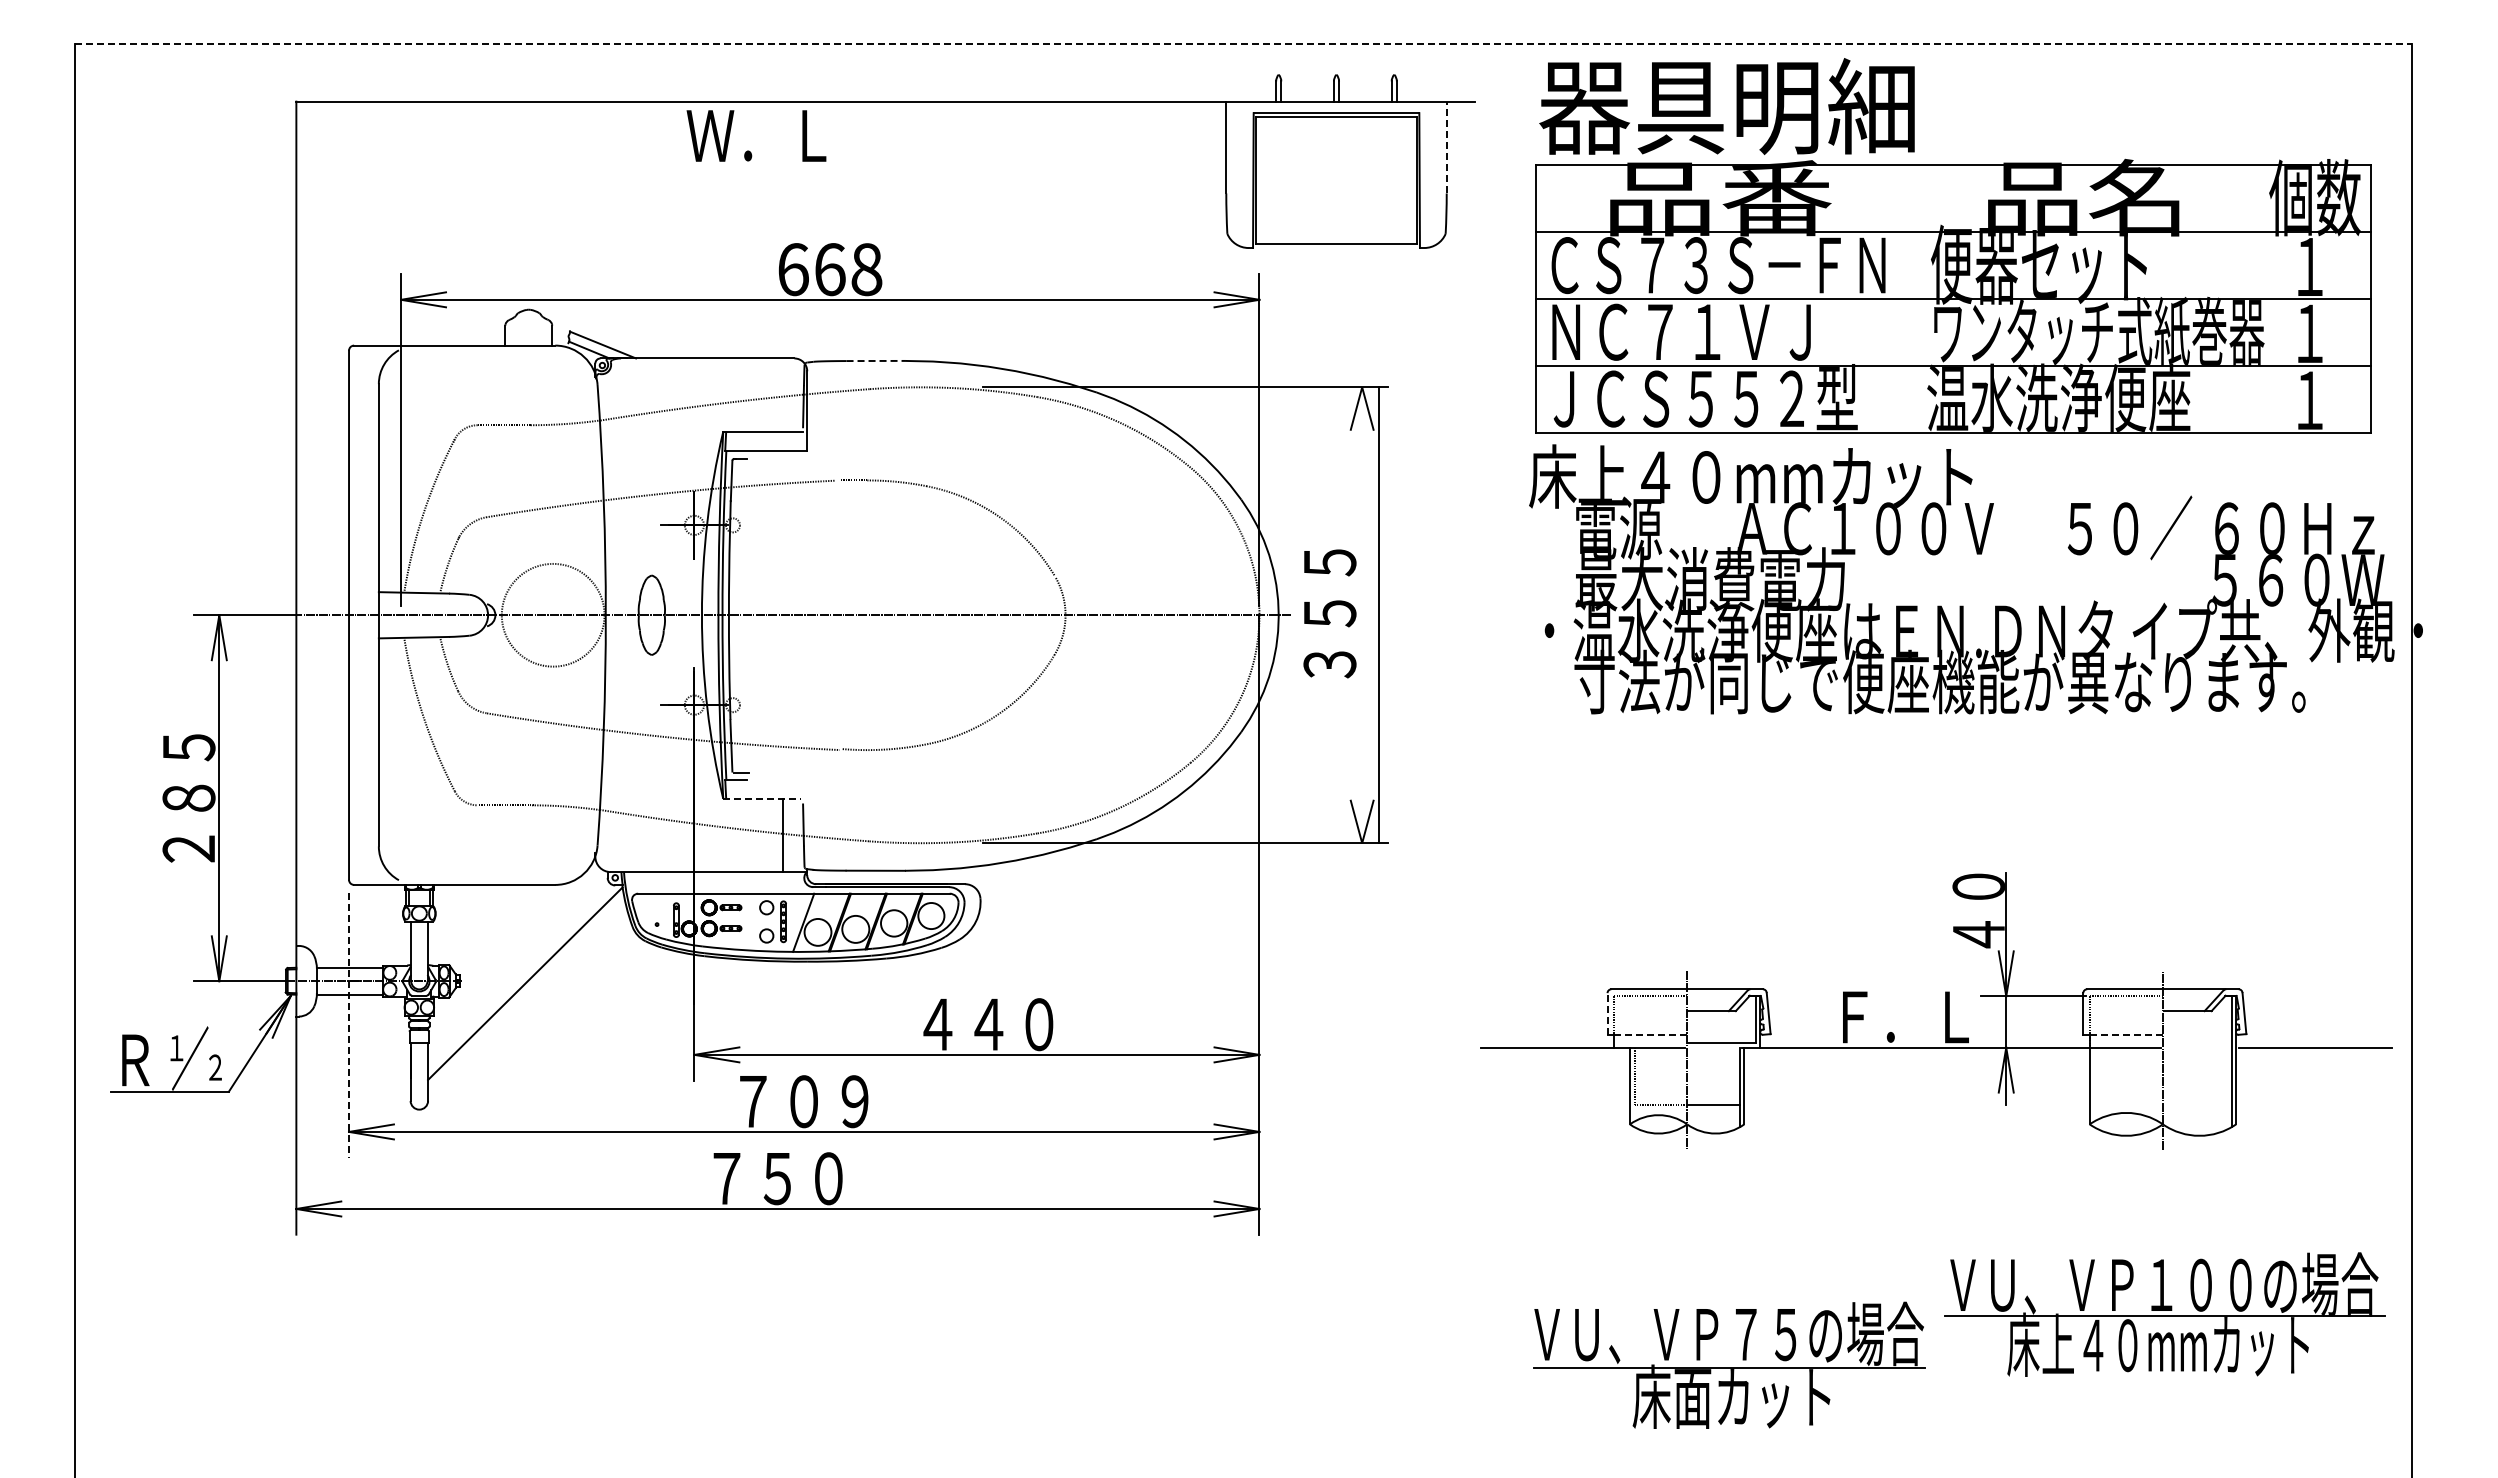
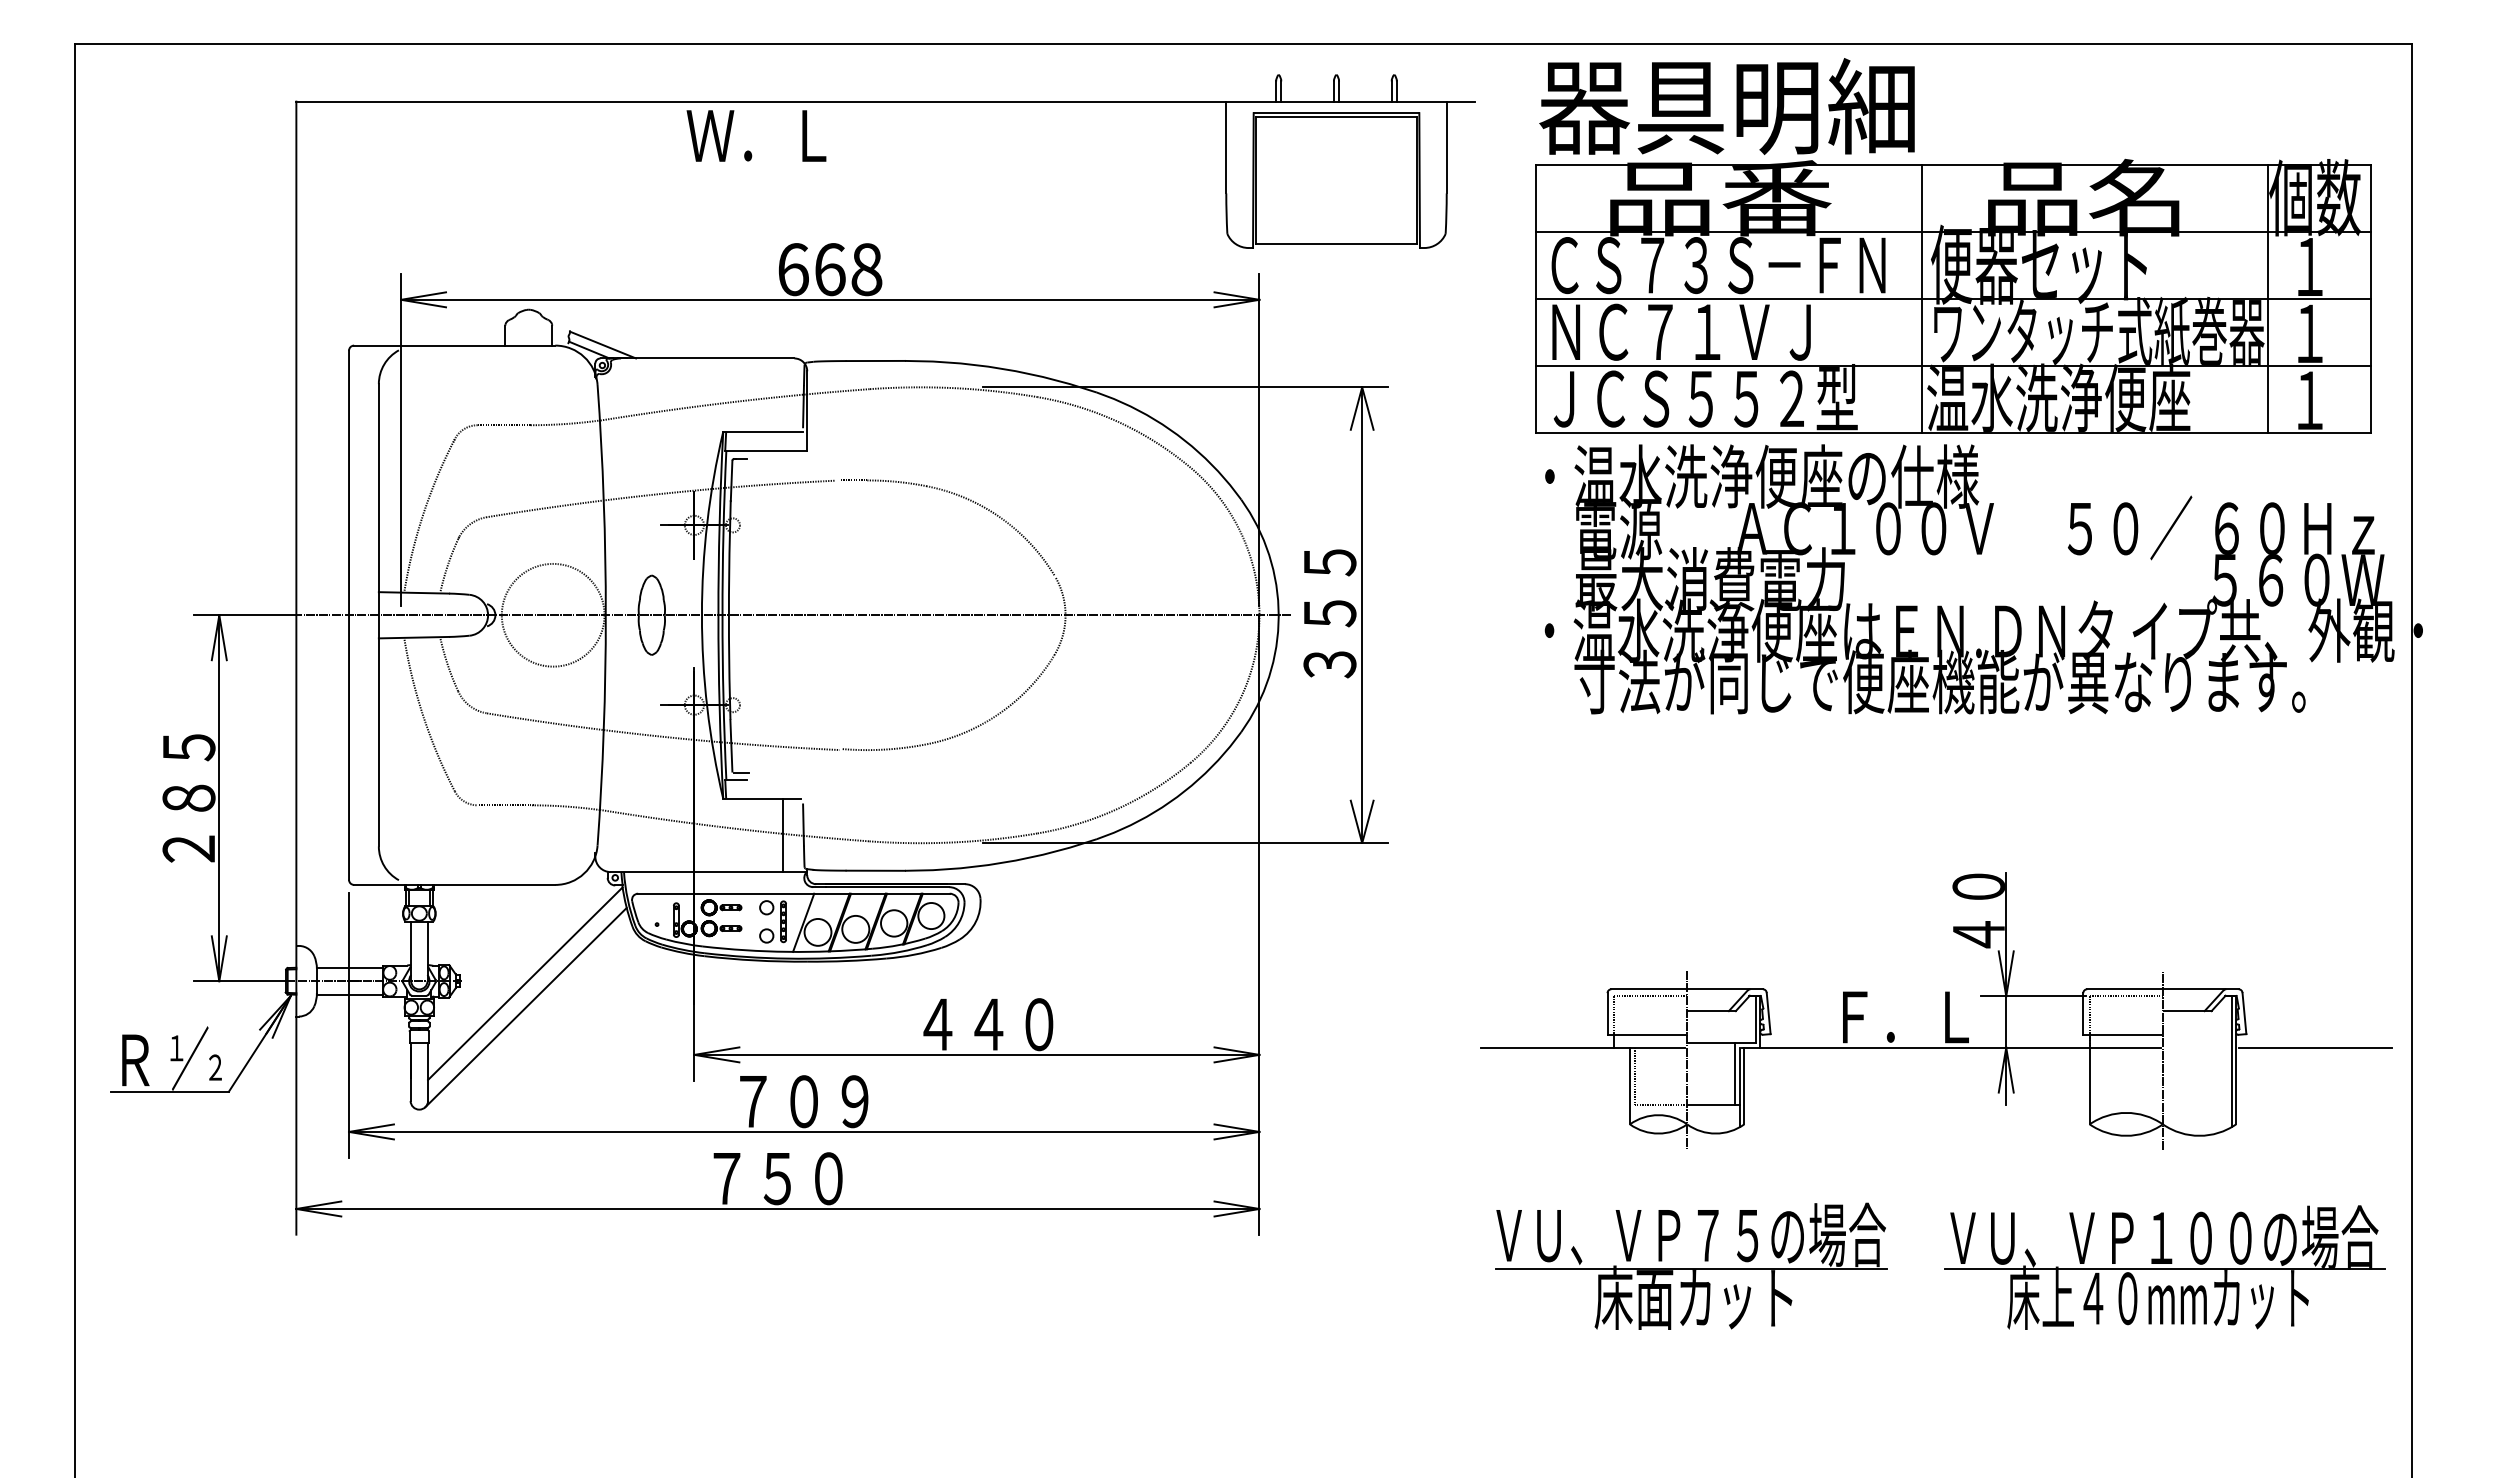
line at (1243, 44): dashed -> solid
line at (1446, 147): dashed -> solid
line at (1921, 298): none -> present
line at (2268, 298): none -> present
line at (876, 360): dashed -> solid
text at (1754, 476): 床上４０mmカット -> ・温水洗浄便座の仕様
line at (1379, 615) position: (1379, 615) -> (1362, 615)
line at (762, 798): dashed -> solid
line at (525, 1007): none -> present
line at (1607, 1013): dashed -> solid
line at (349, 1025): dashed -> solid
line at (1650, 1034): dashed -> solid
line at (2126, 1034): dashed -> solid
line at (1735, 1073): none -> present
part at (2164, 1314) position: (2164, 1314) -> (2164, 1267)
part at (1729, 1364) position: (1729, 1364) -> (1691, 1265)
